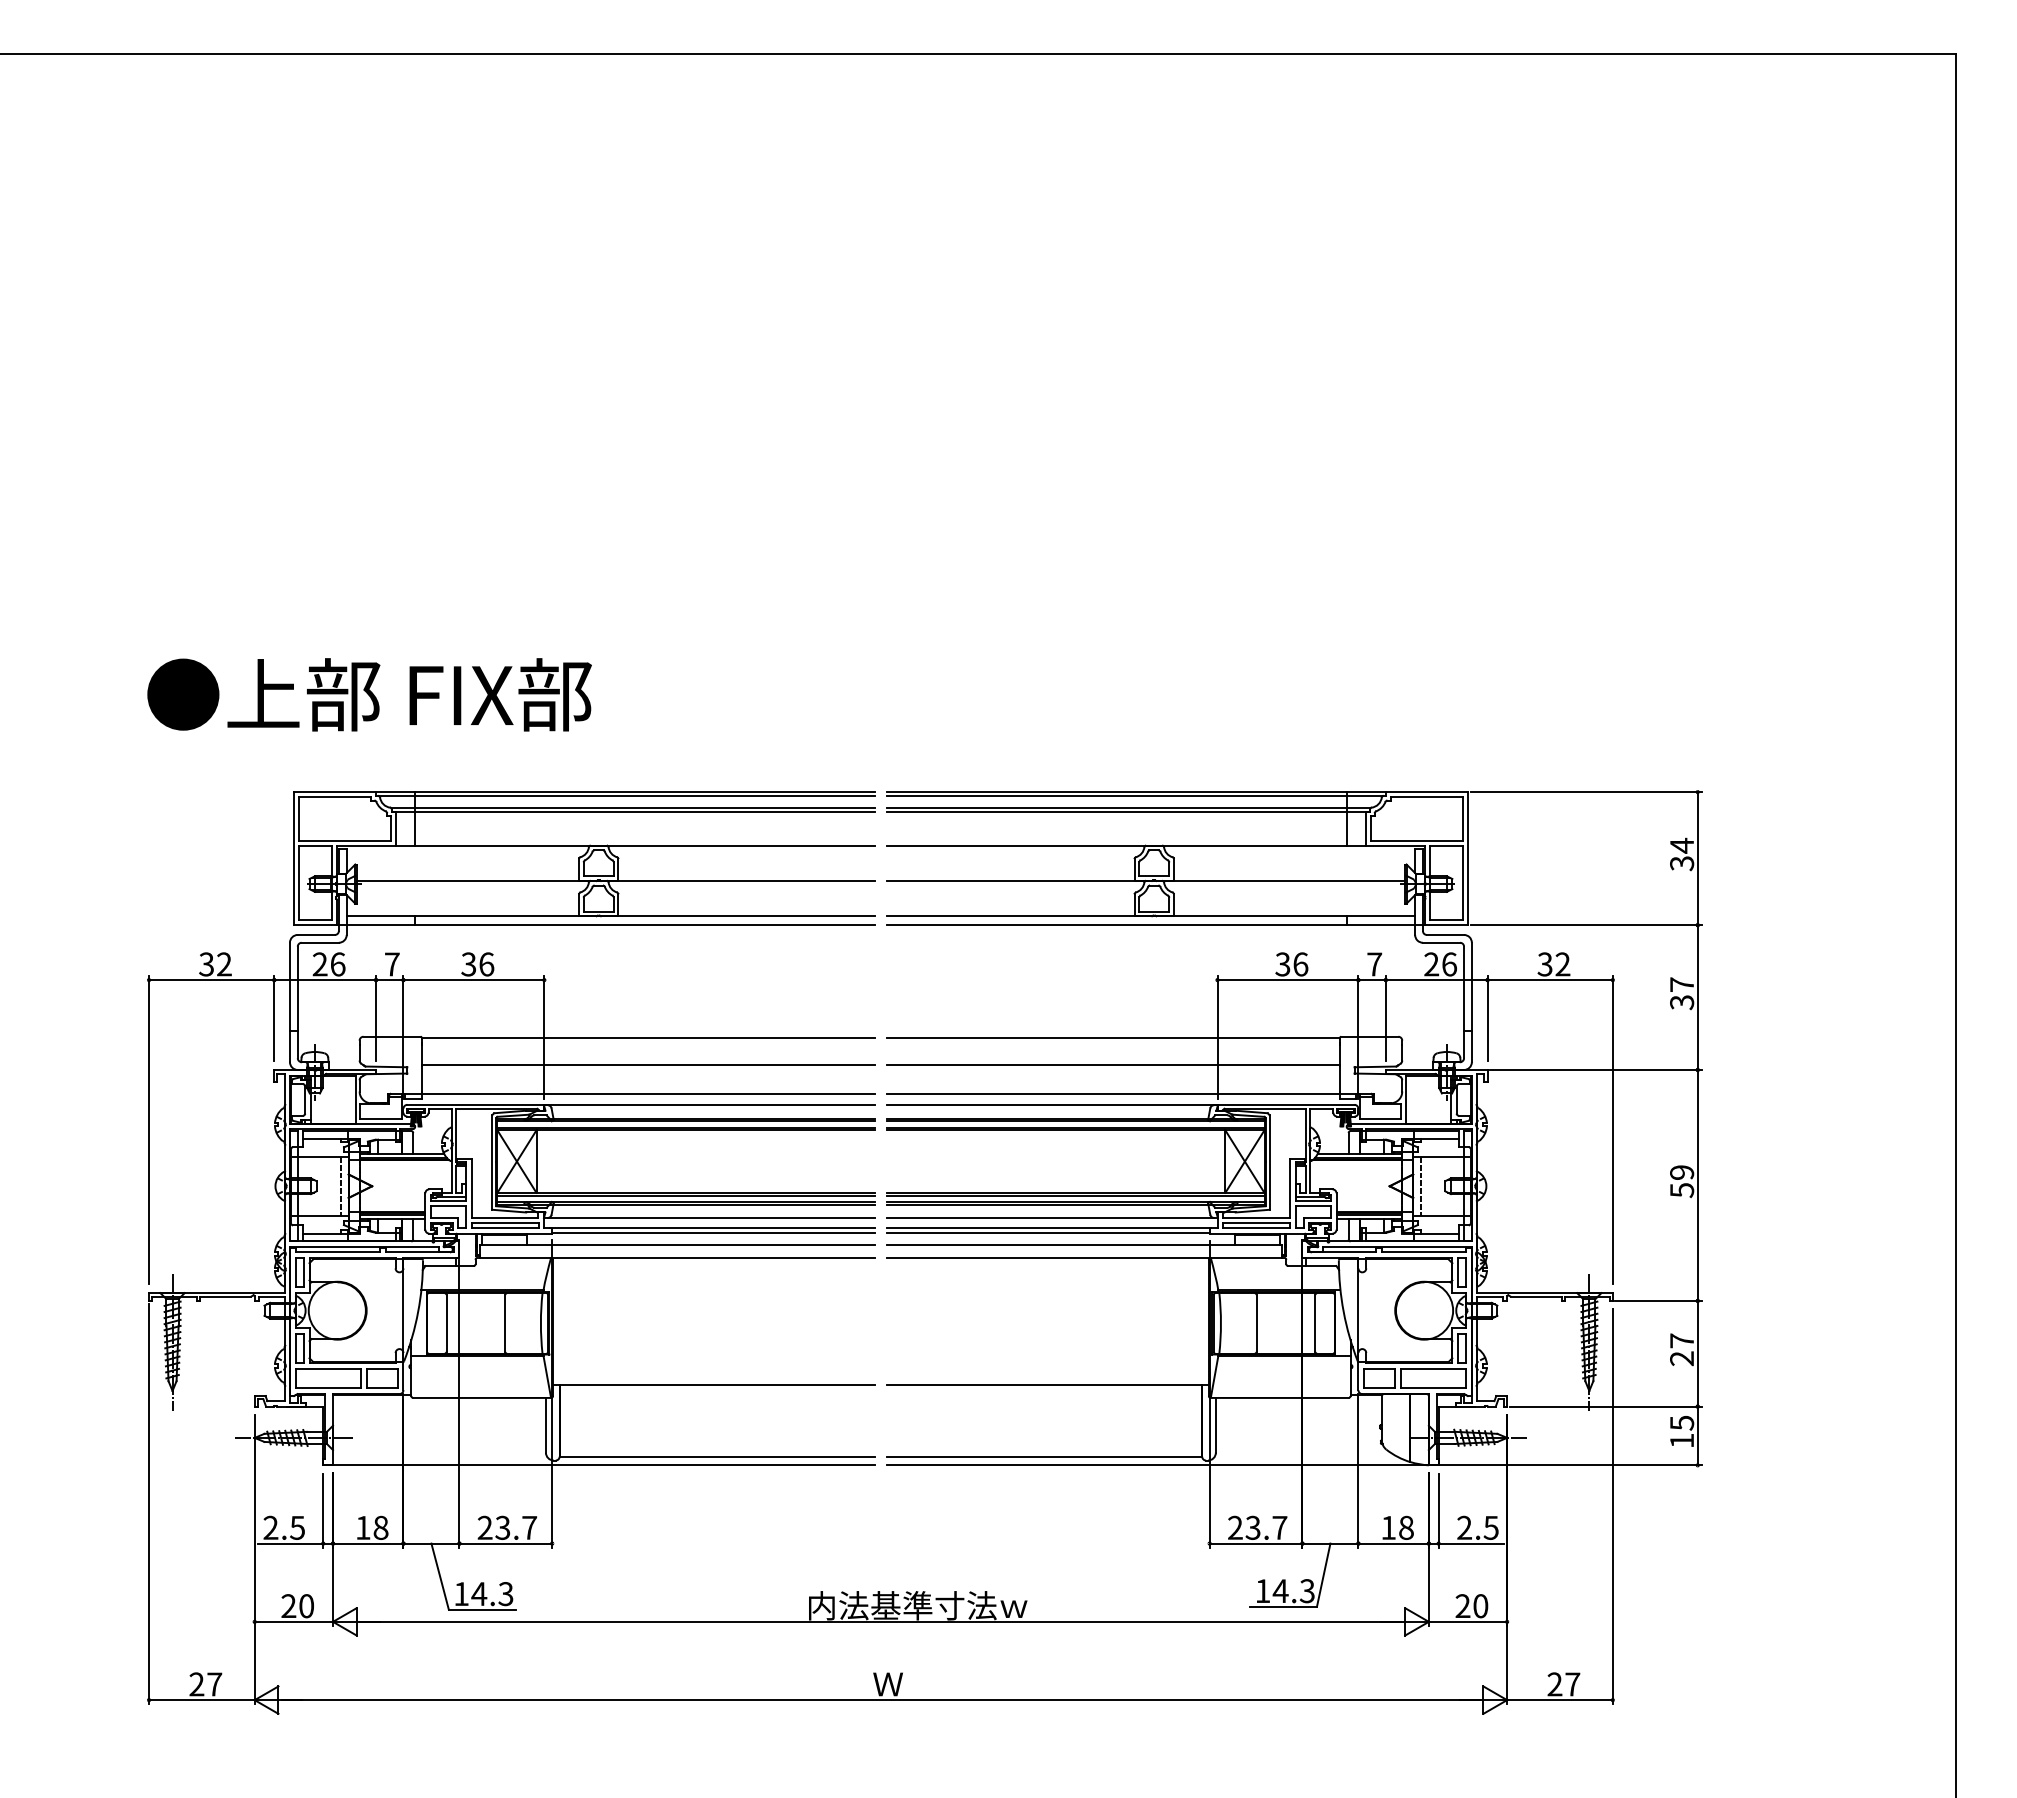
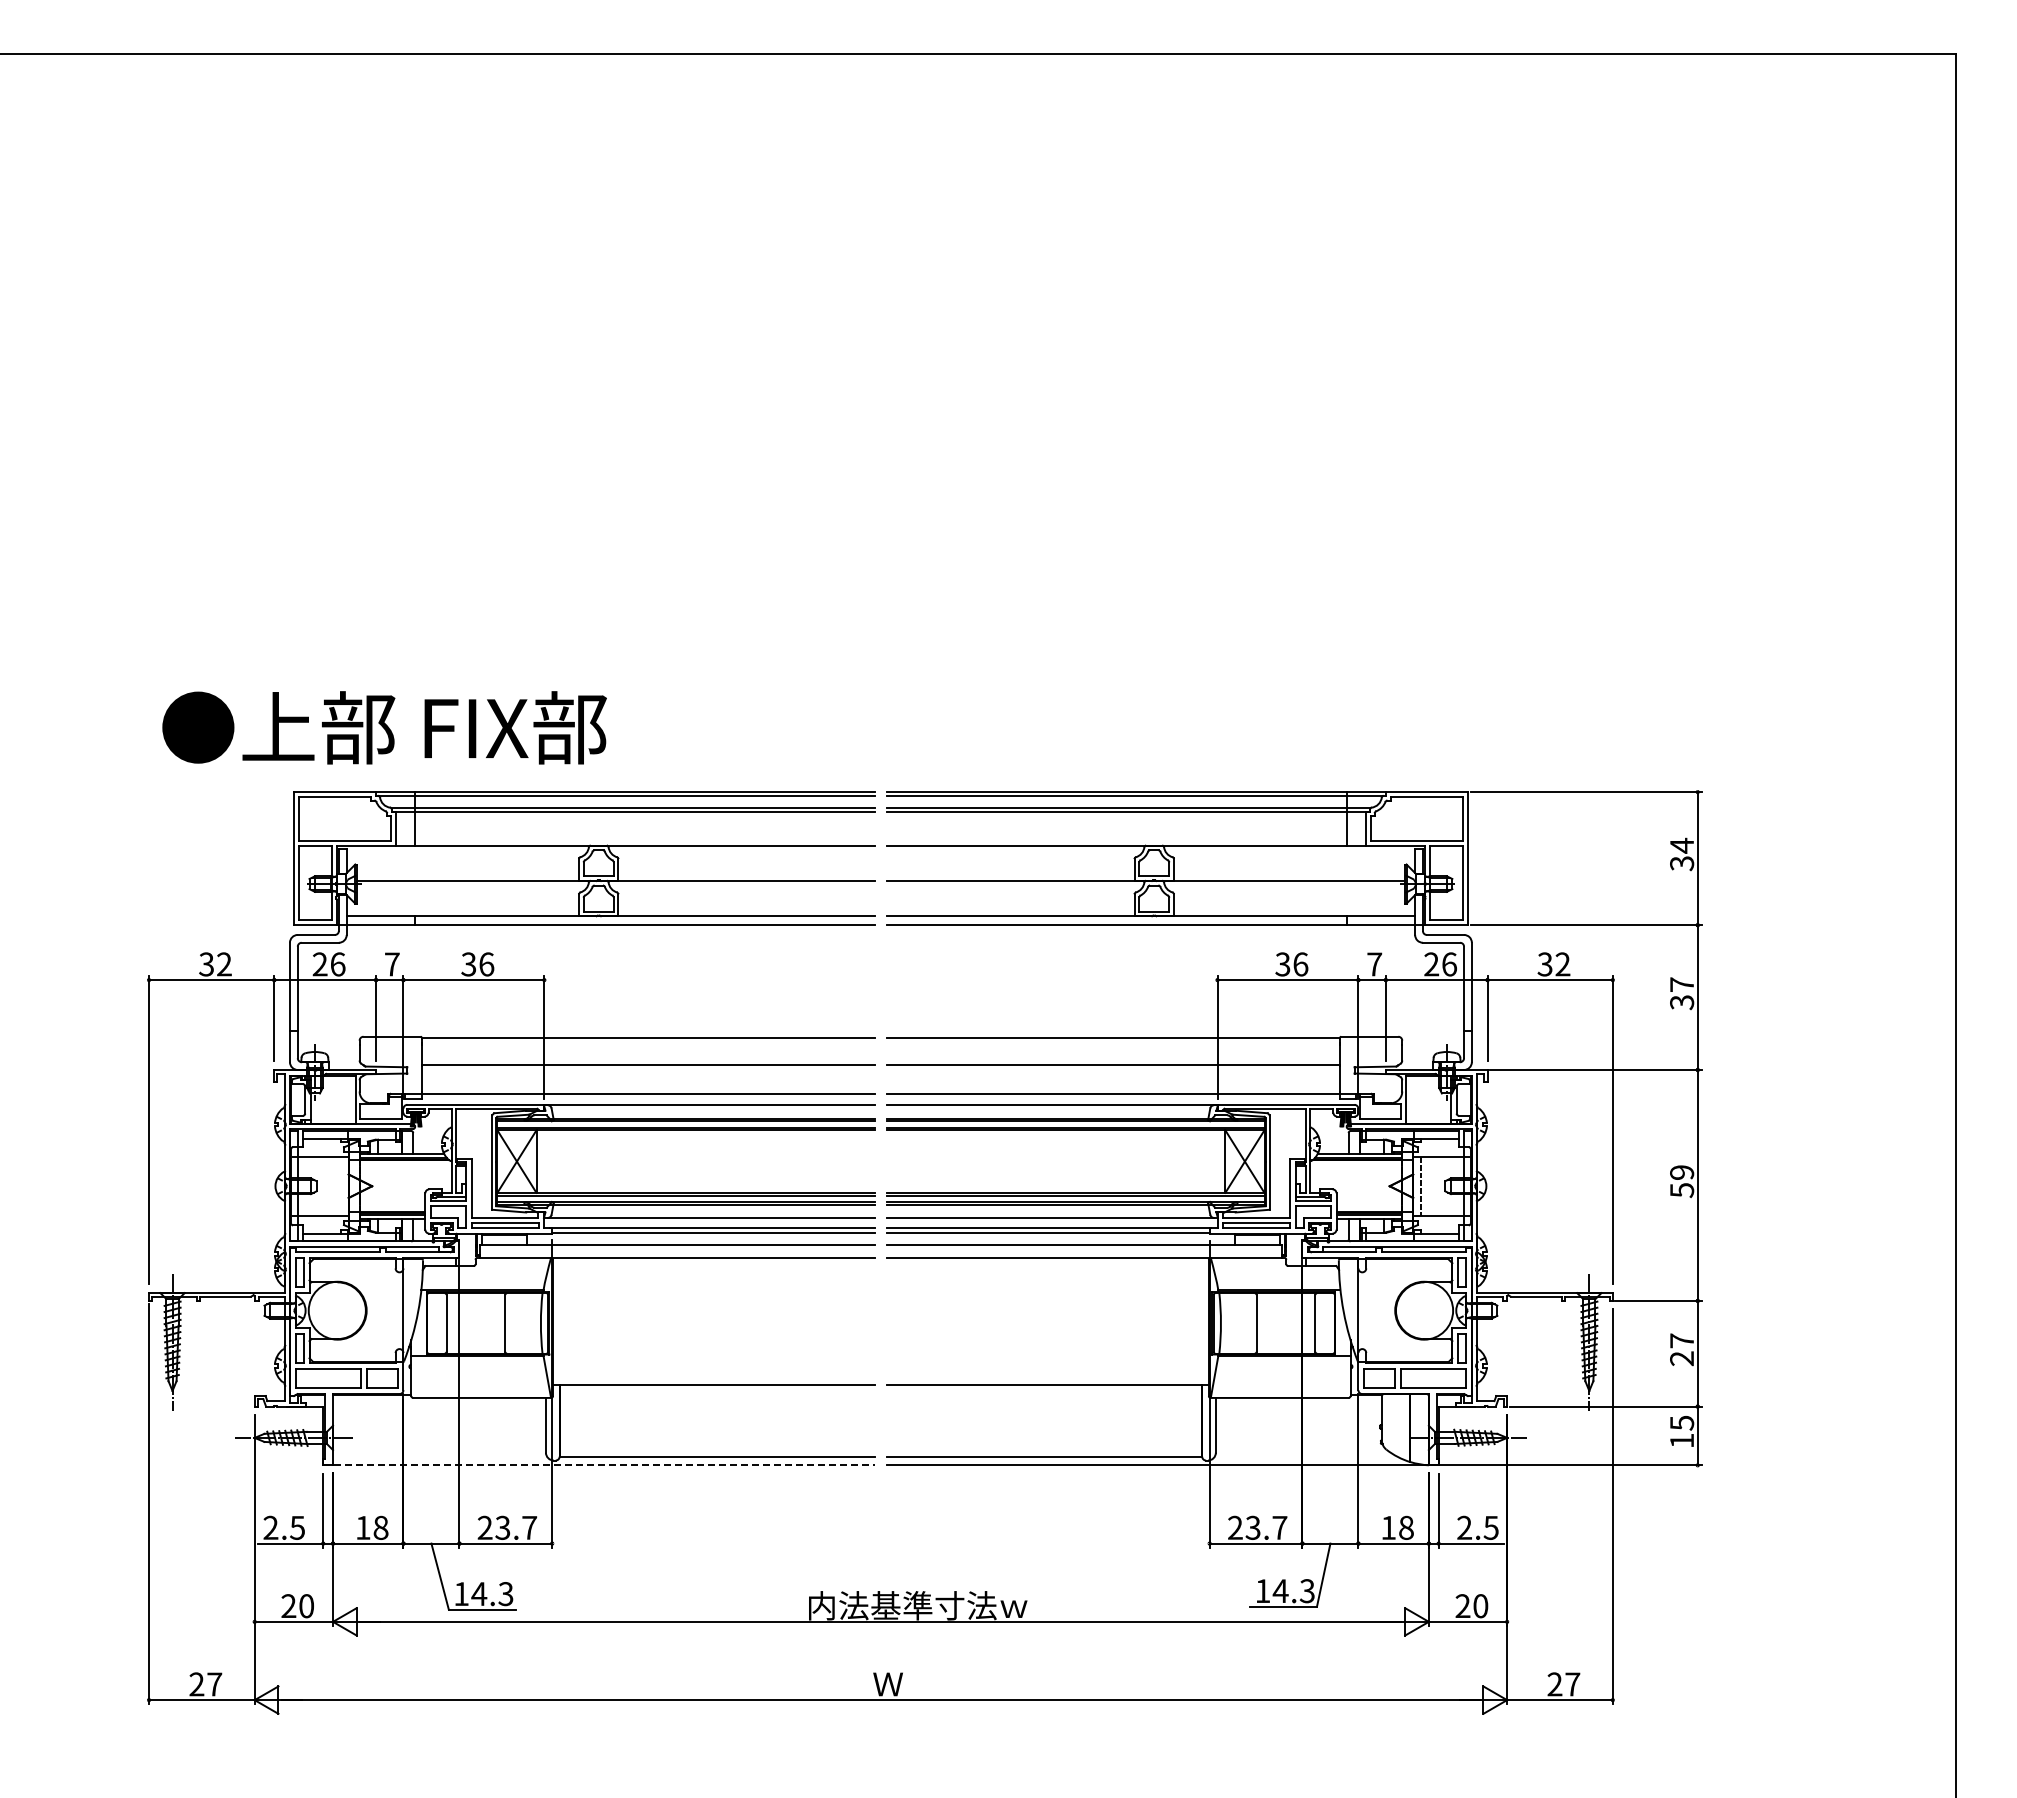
text at (369, 694) position: (369, 694) -> (384, 727)
line at (340, 1185): present -> none
line at (599, 1465): solid -> dashed
